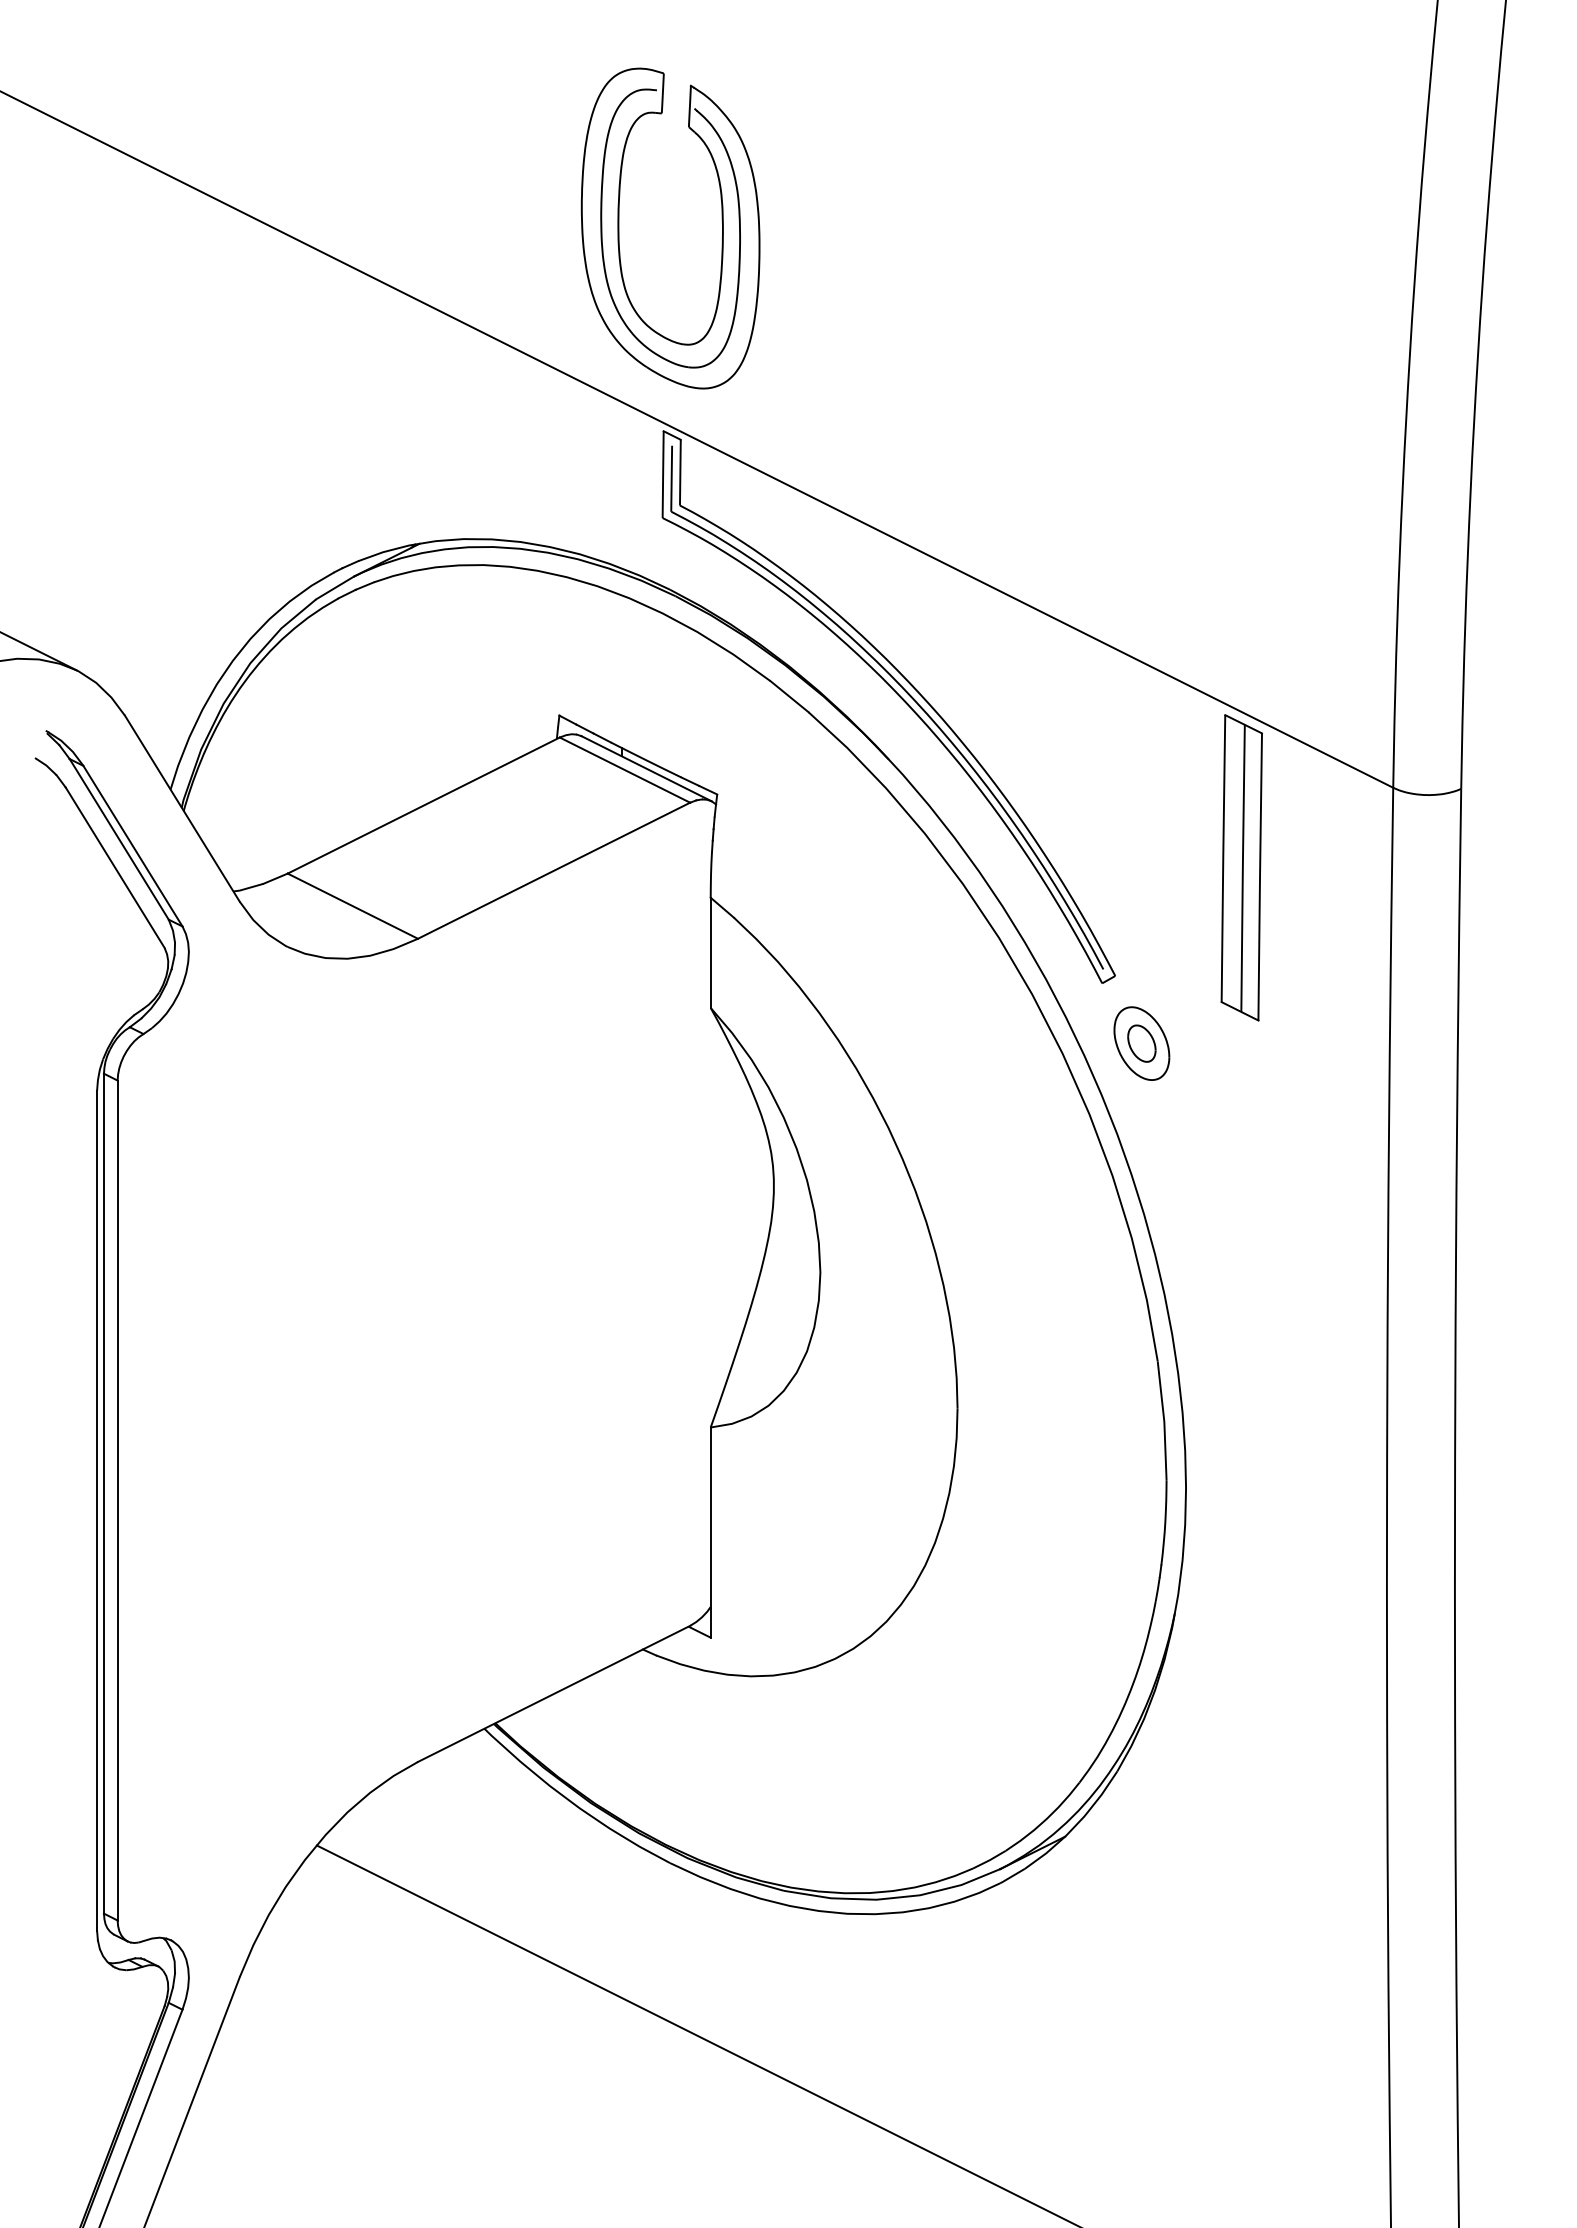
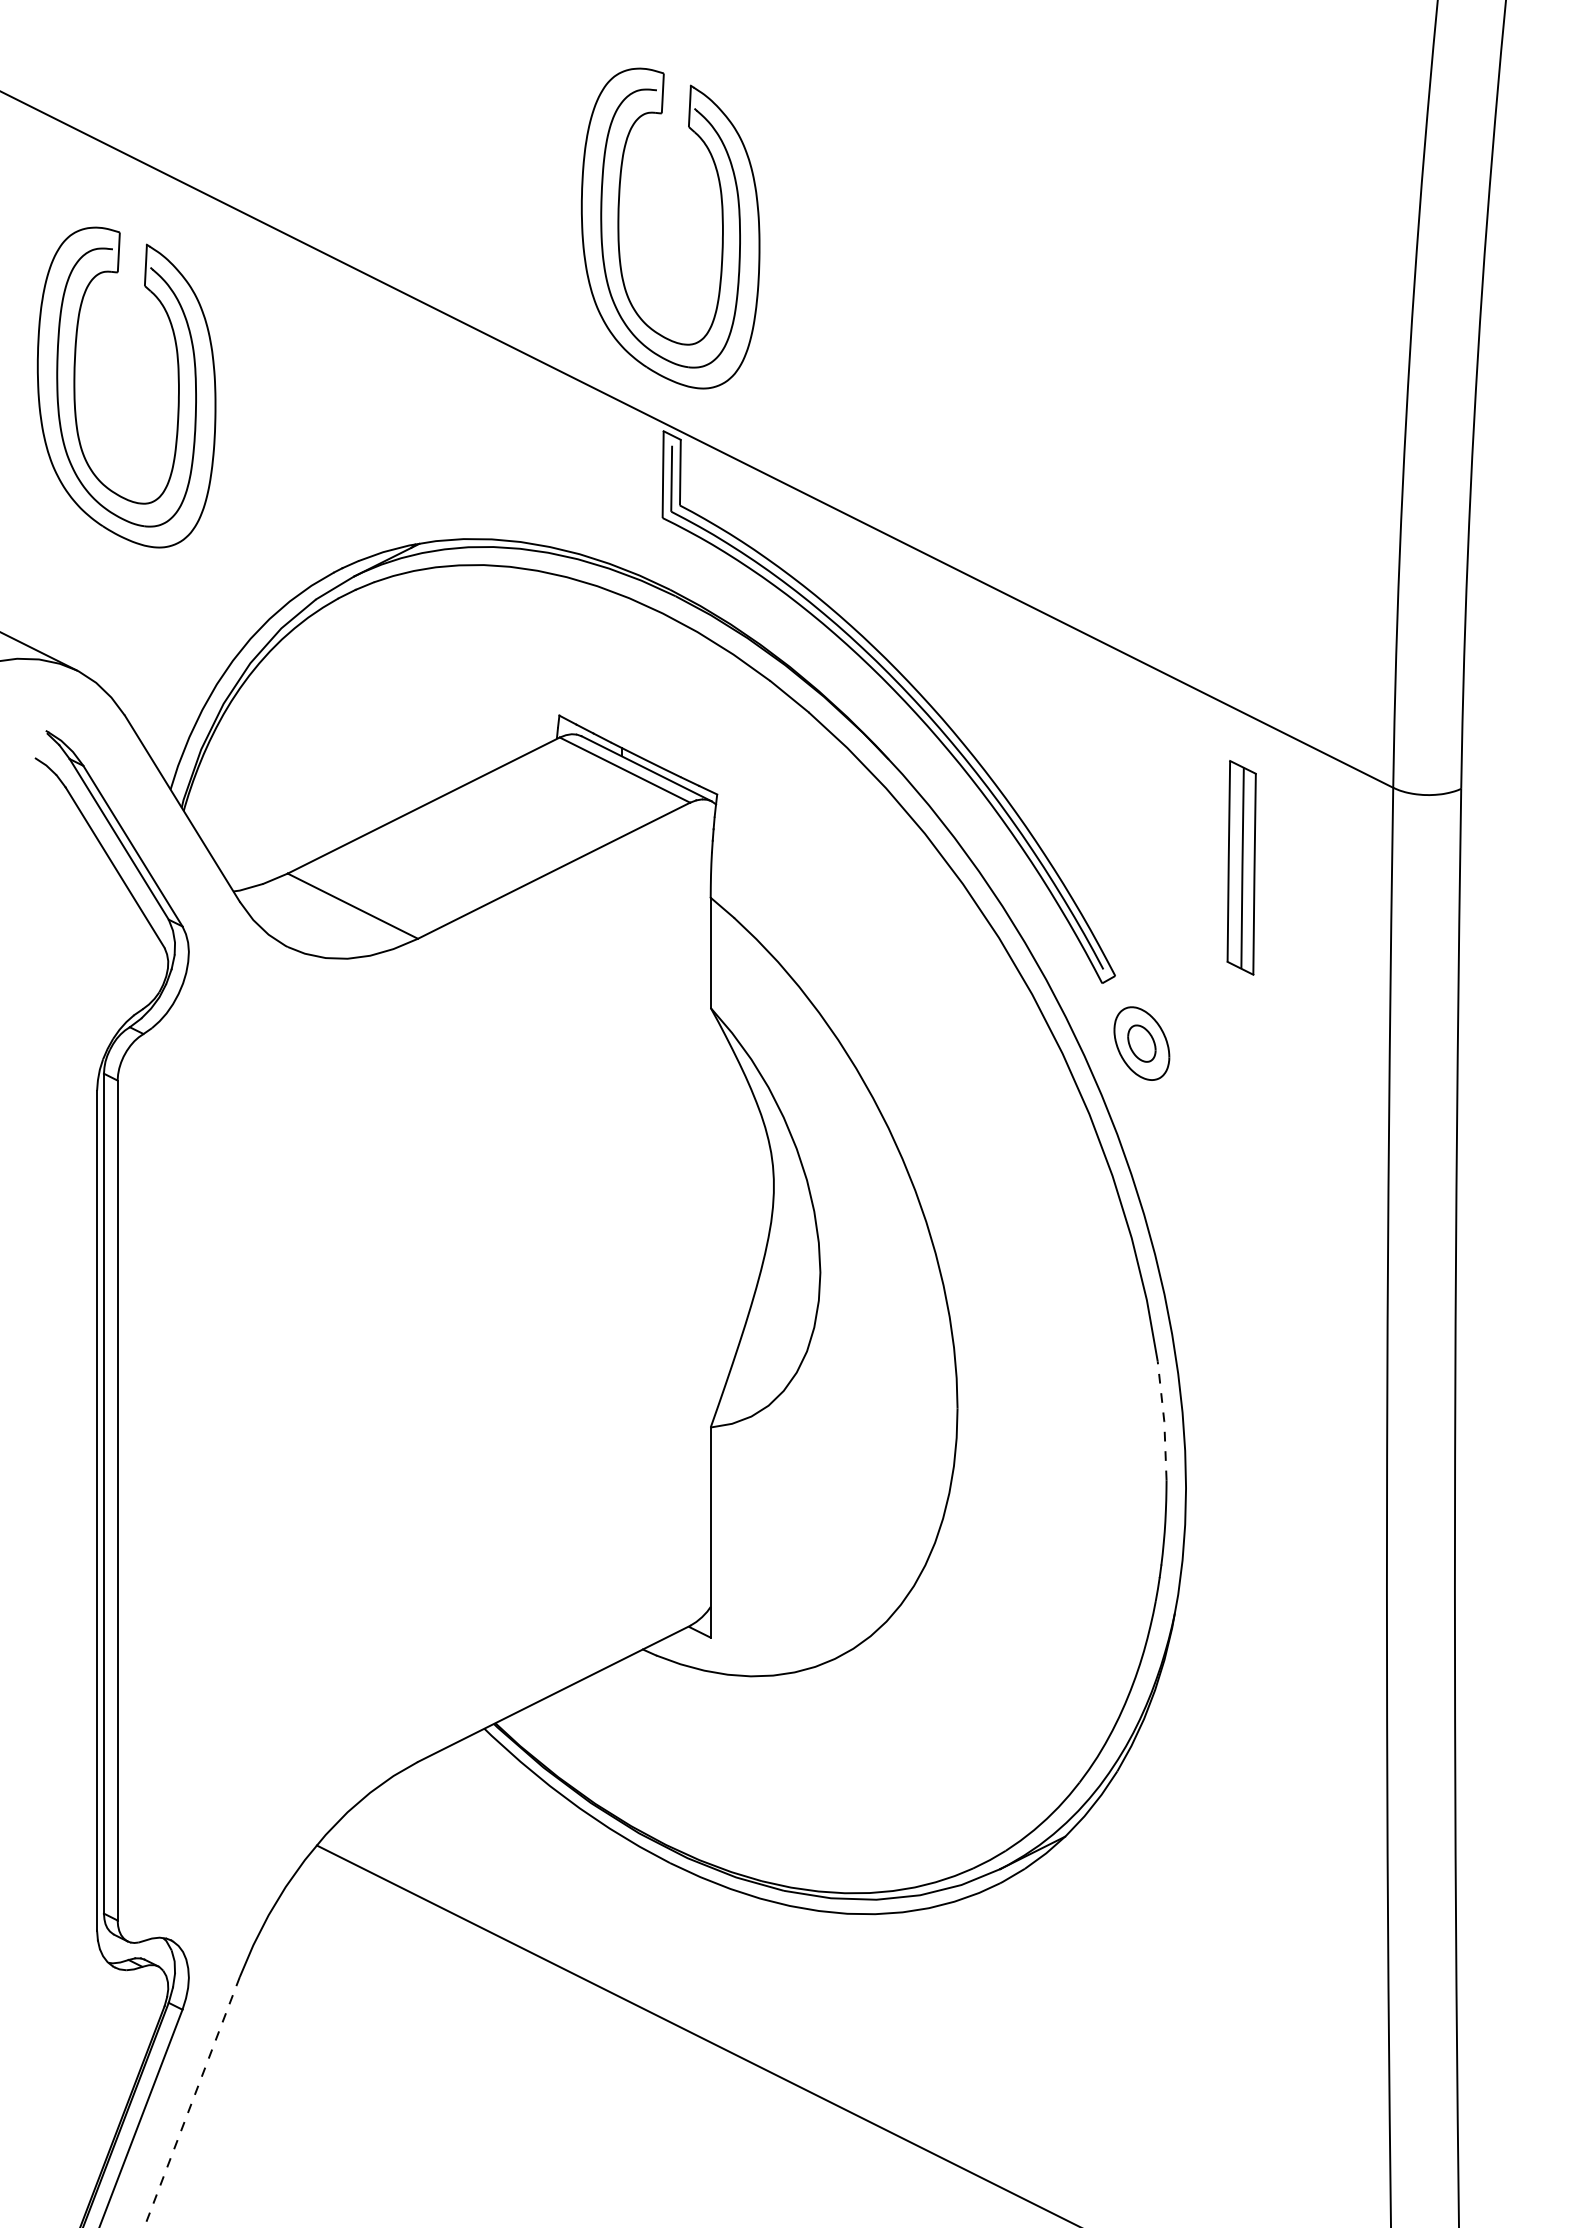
part at (75, 387): none -> present
part at (1241, 867) size: 43x308 px -> 31x216 px
line at (1164, 1420): solid -> dashed
line at (191, 2102): solid -> dashed
